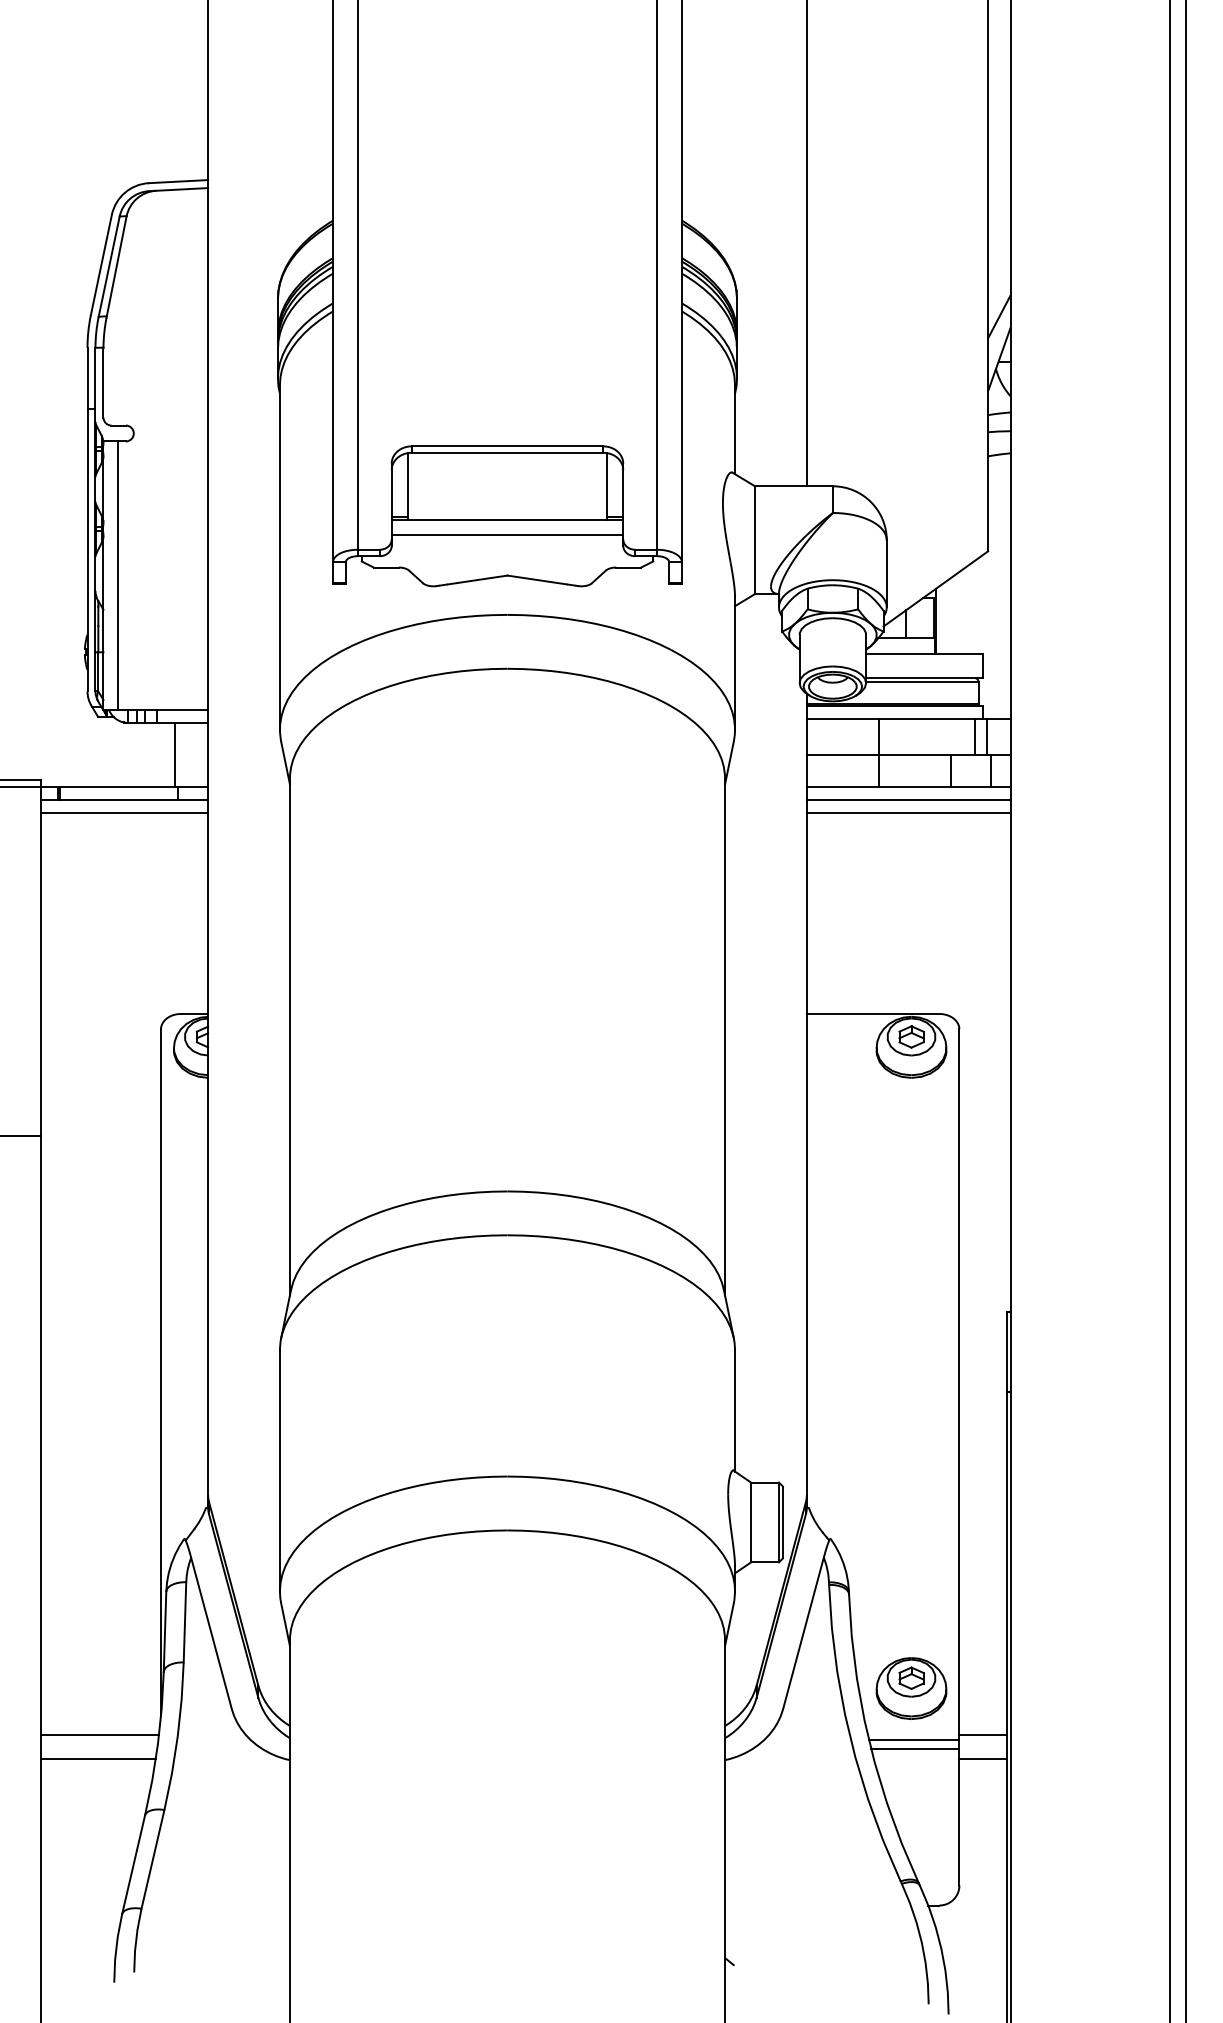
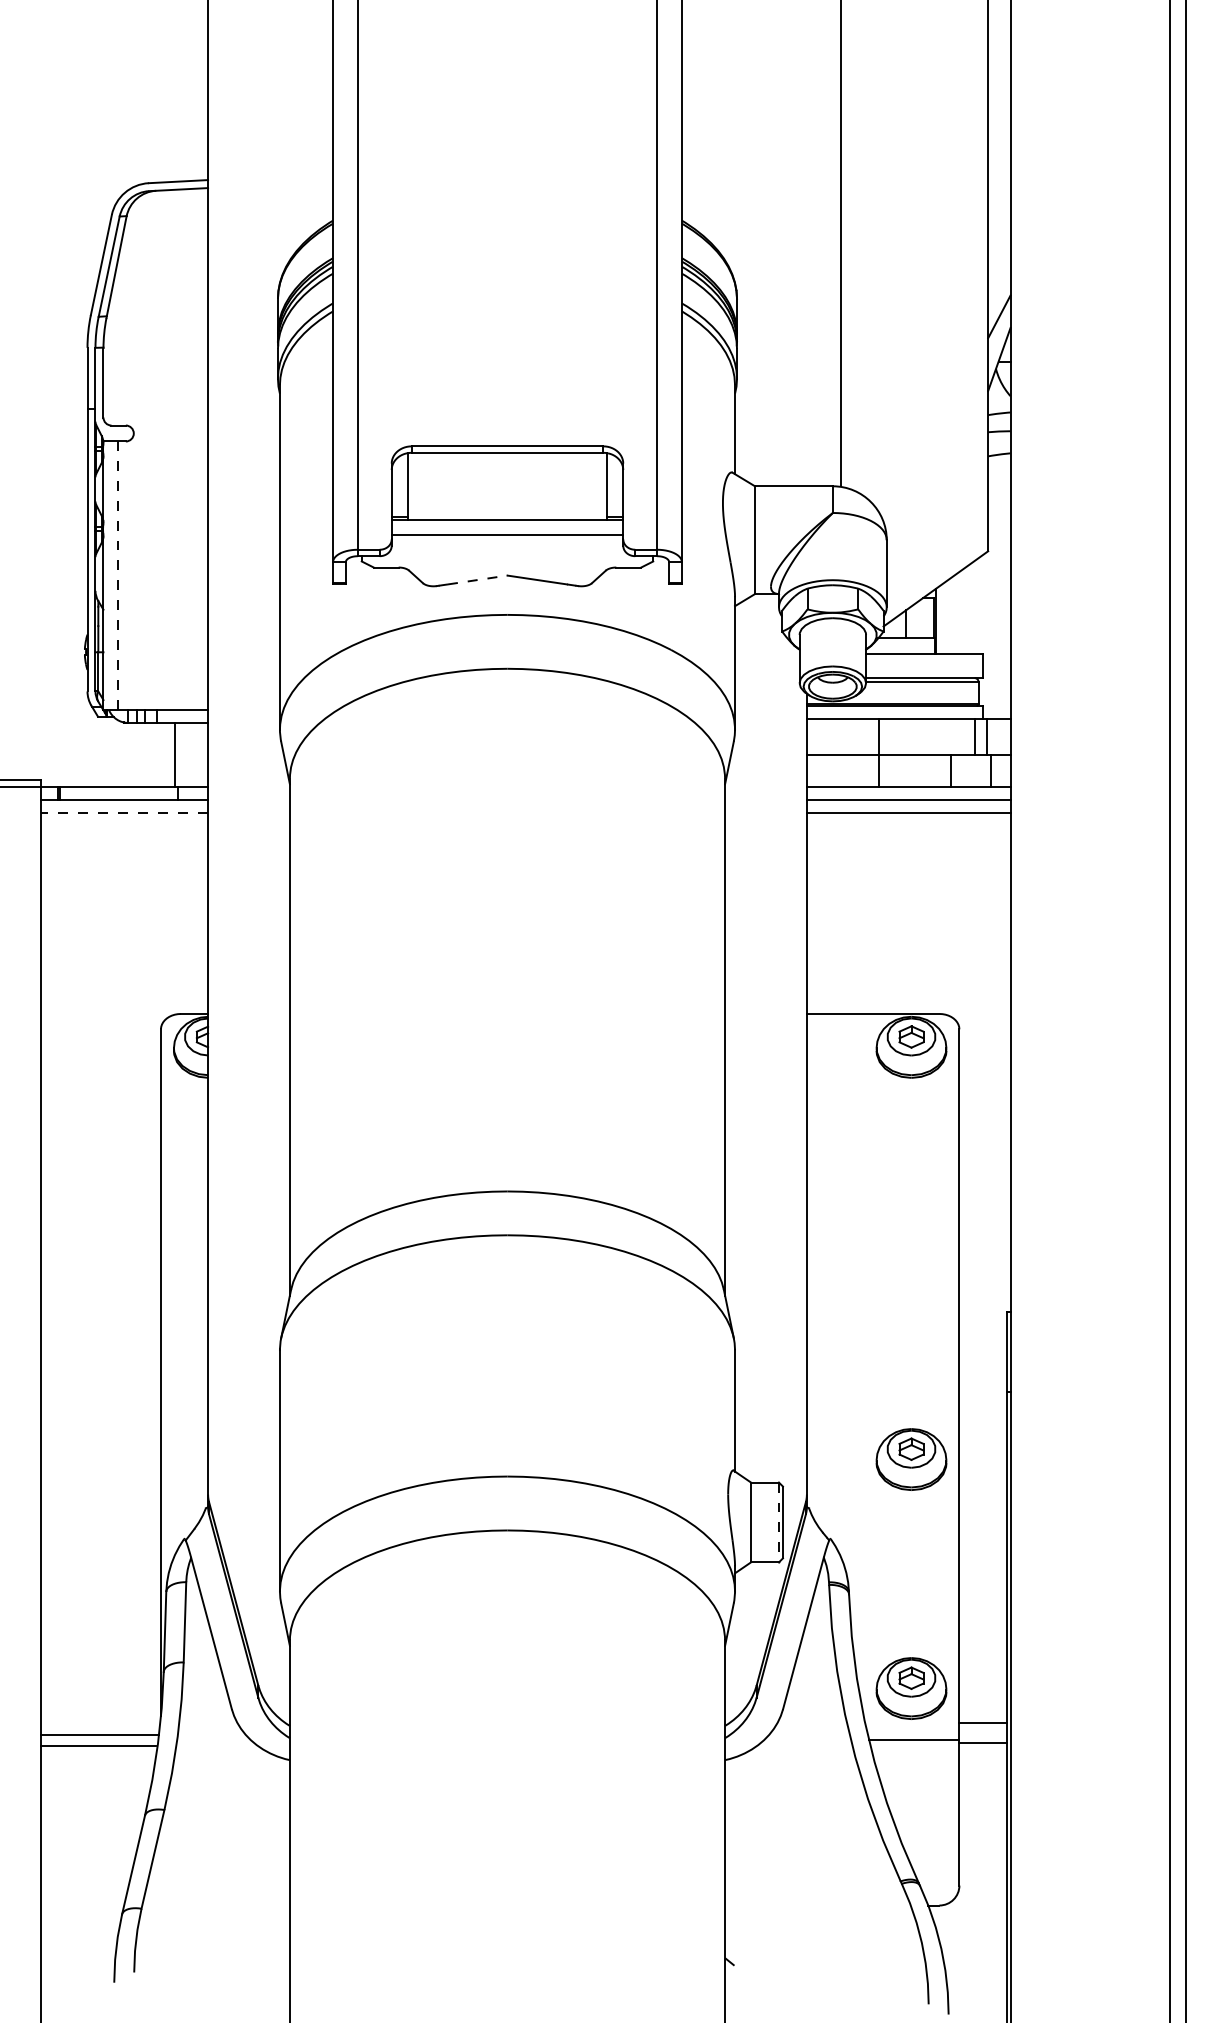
line at (806, 244) position: (806, 244) -> (840, 244)
line at (117, 575): solid -> dashed
line at (478, 579): solid -> dashed
line at (124, 813): solid -> dashed
line at (21, 1136): present -> none
part at (911, 1459): none -> present
line at (778, 1522): solid -> dashed
line at (982, 1735) position: (982, 1735) -> (982, 1723)
line at (915, 1748): present -> none
line at (98, 1759) position: (98, 1759) -> (98, 1746)
line at (982, 1759) position: (982, 1759) -> (982, 1743)
